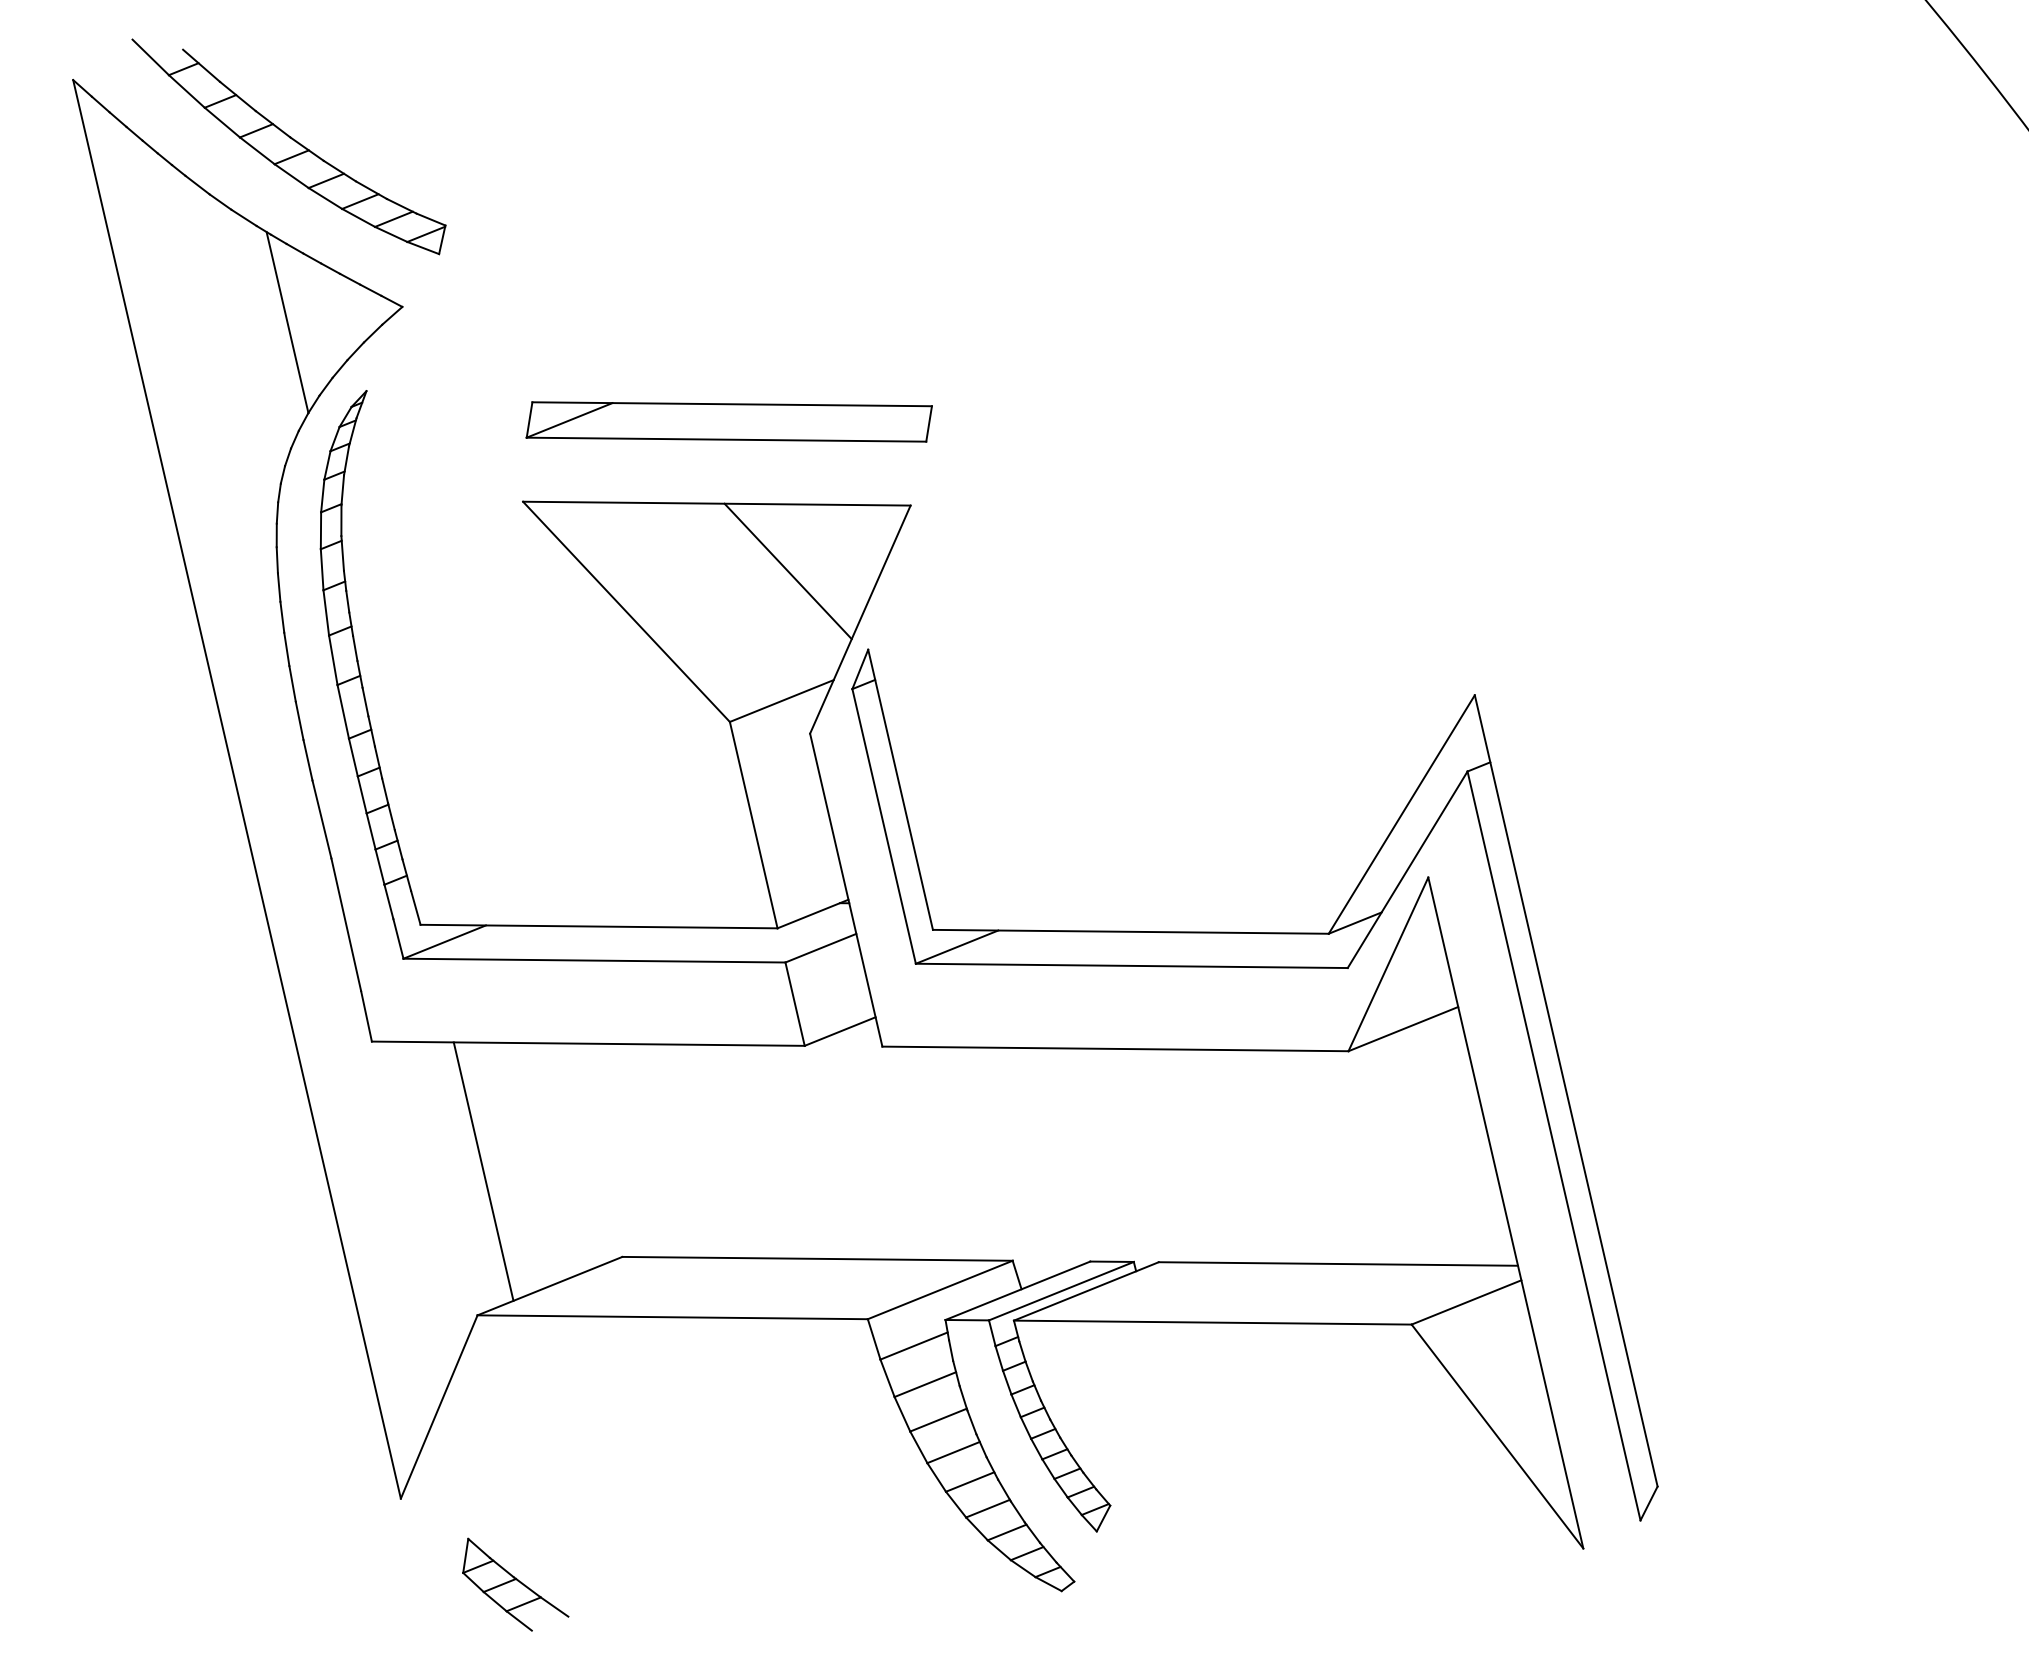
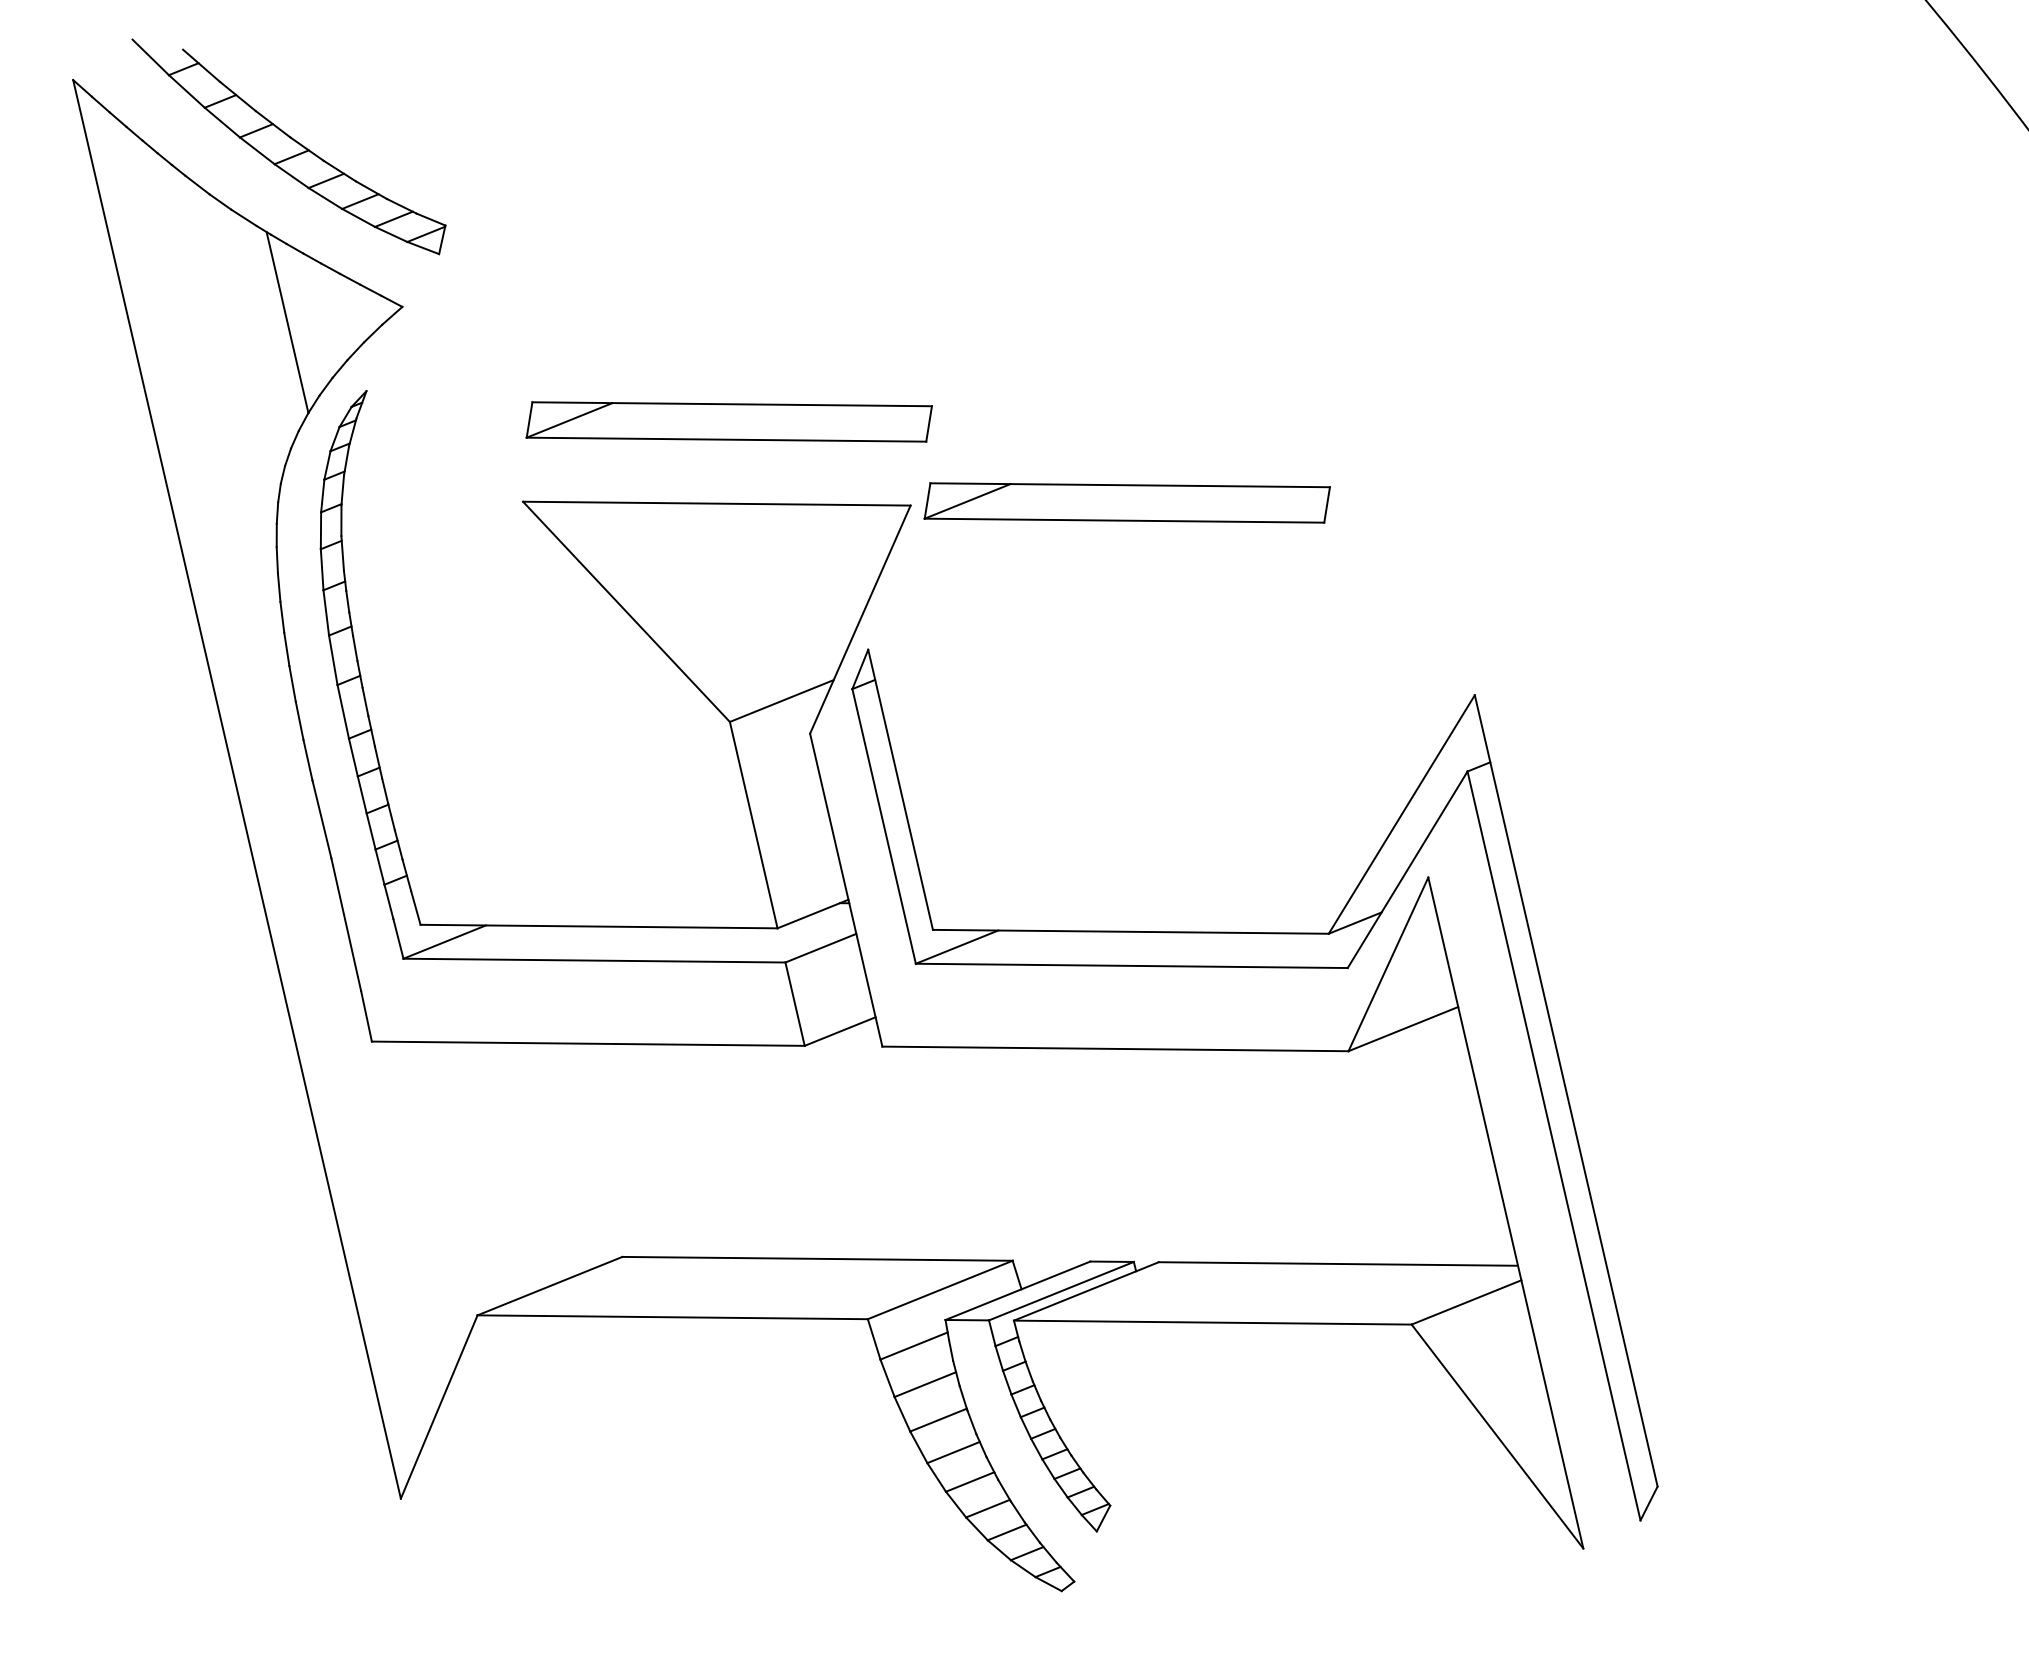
part at (1126, 502): none -> present
line at (787, 571): present -> none
line at (483, 1171): present -> none
part at (515, 1584): present -> none
